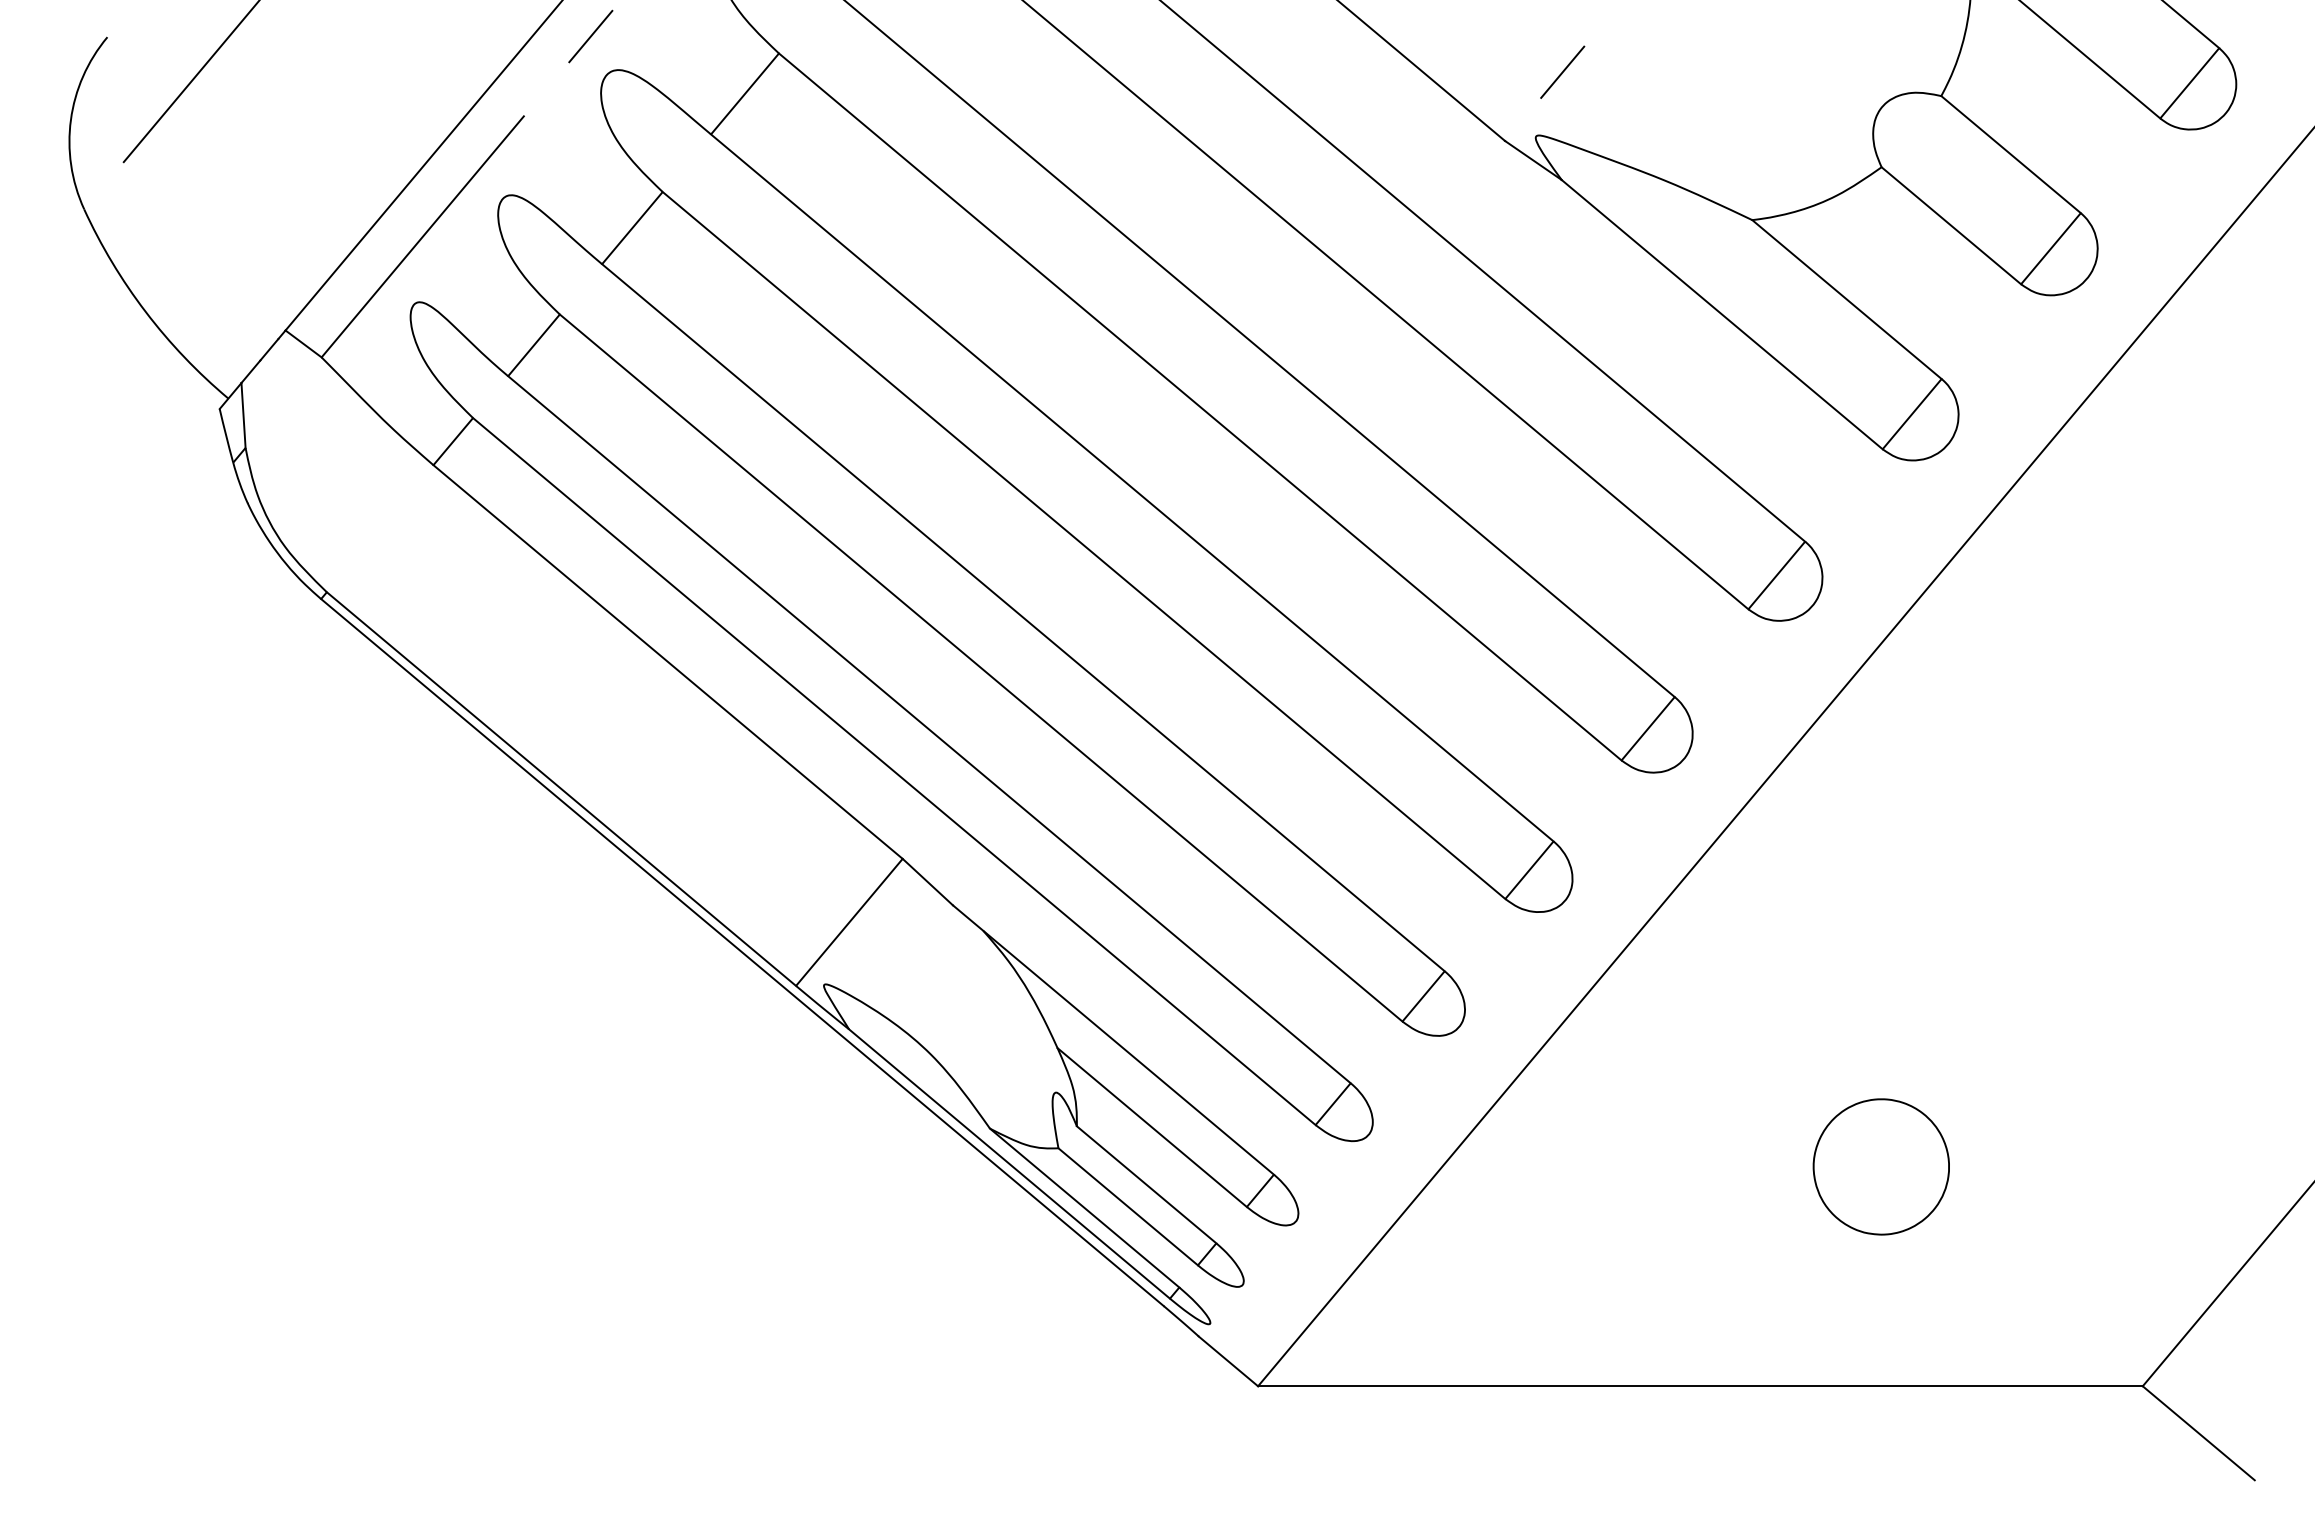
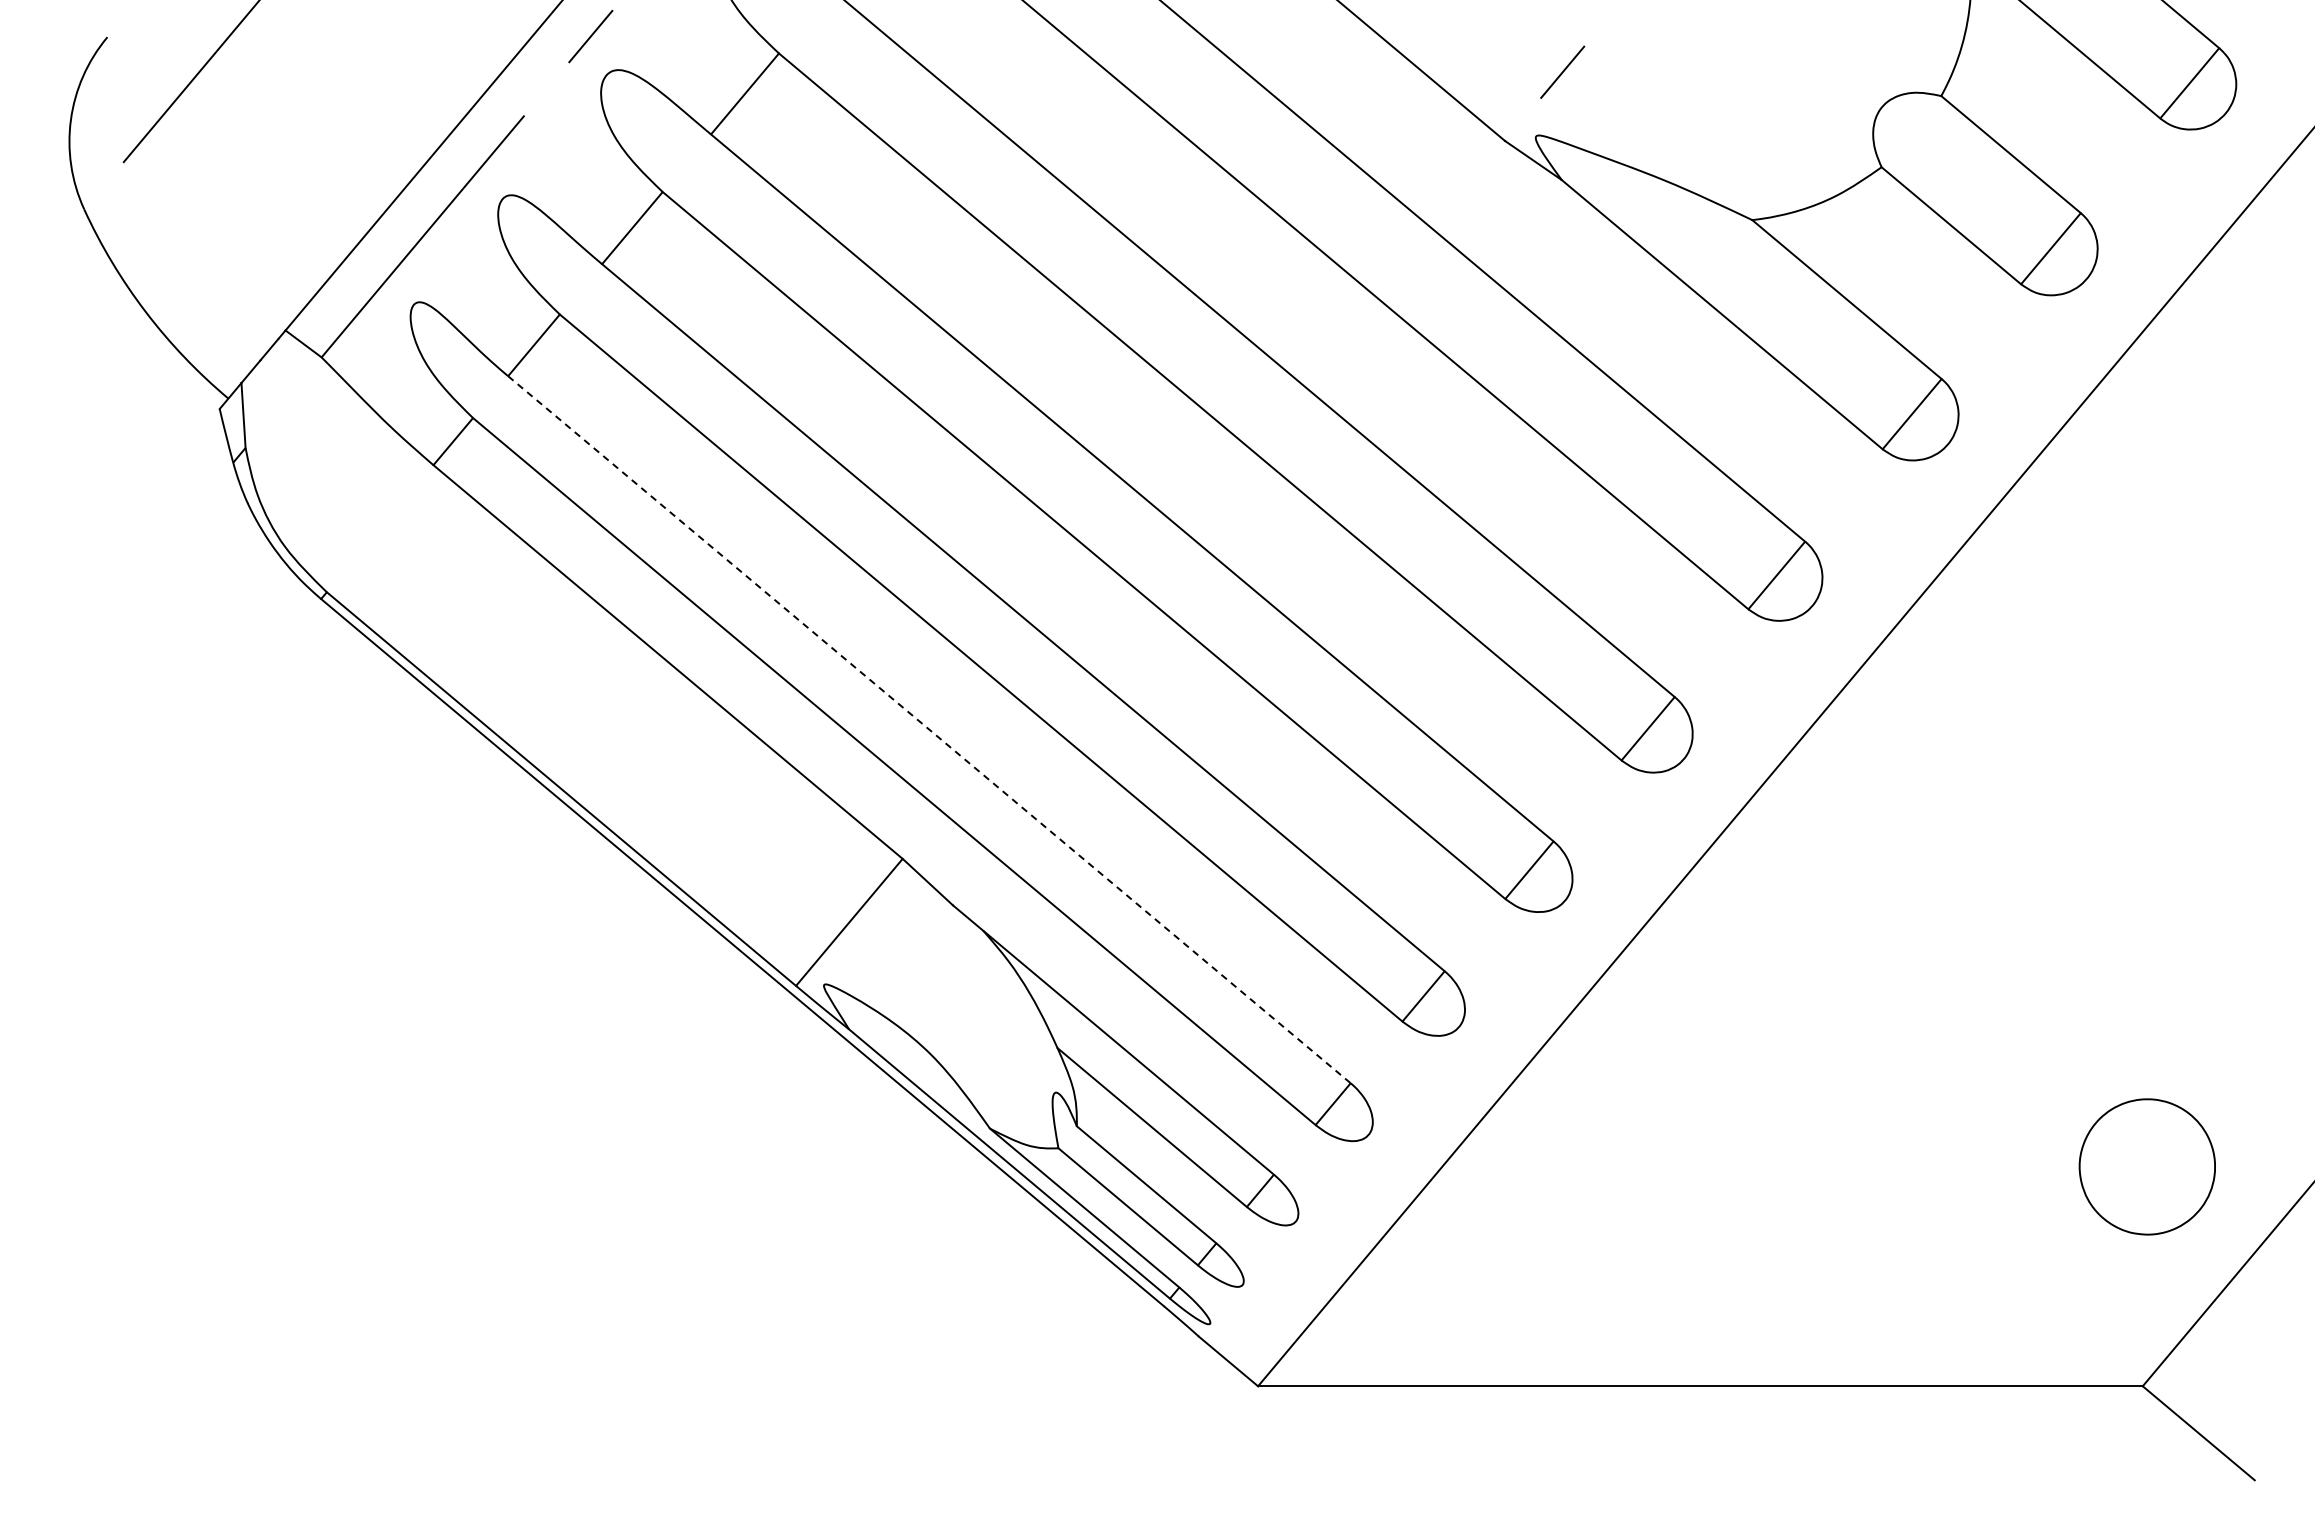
line at (929, 729): solid -> dashed
part at (1880, 1166) position: (1880, 1166) -> (2146, 1166)
